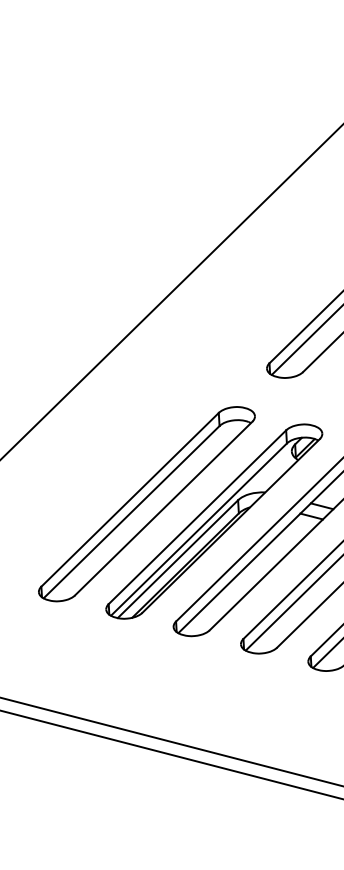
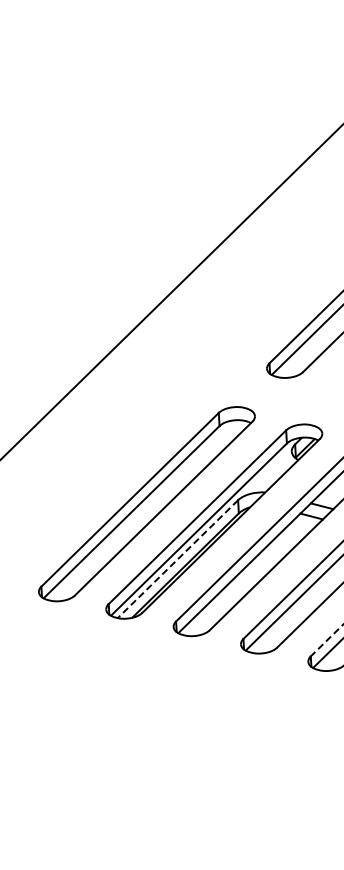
line at (177, 559): solid -> dashed
line at (327, 640): solid -> dashed
line at (171, 741): present -> none
line at (171, 754): present -> none
